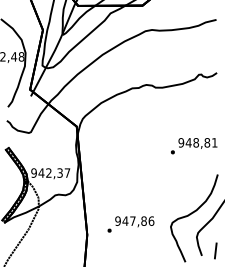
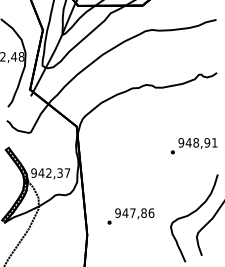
text at (207, 142): 948,81 -> 948,91
text at (130, 224) position: (130, 224) -> (130, 216)
line at (215, 250): present -> none
